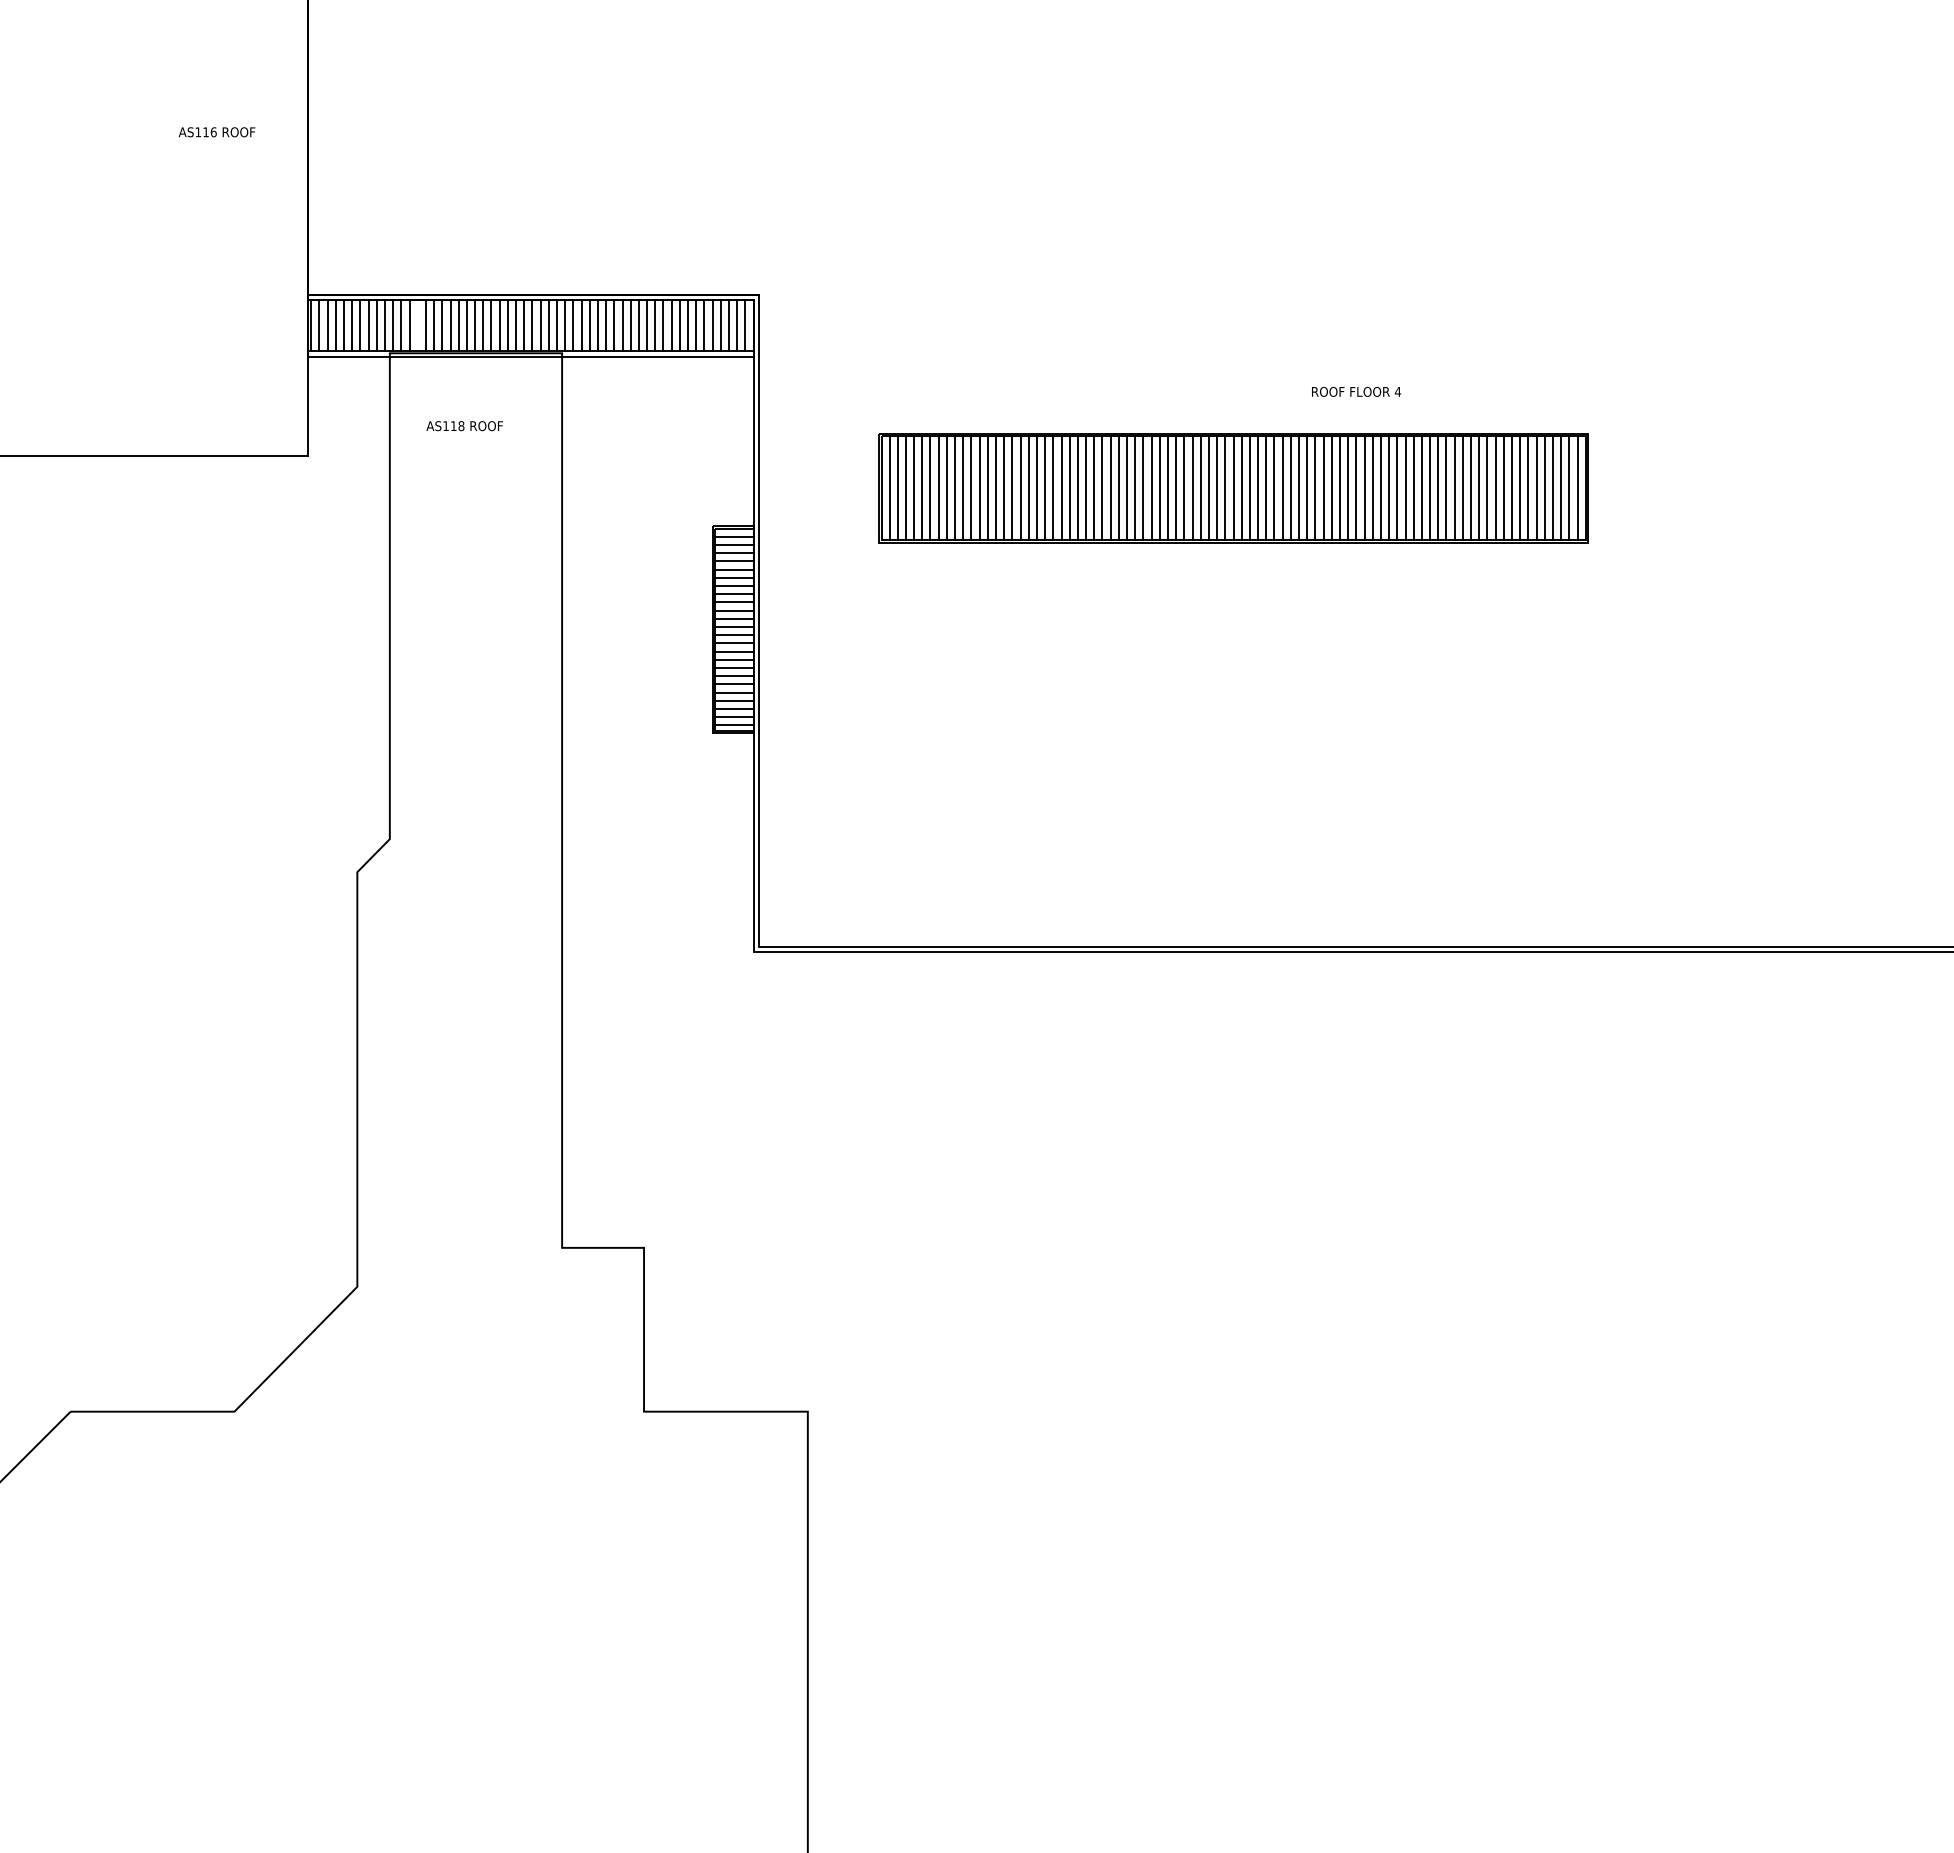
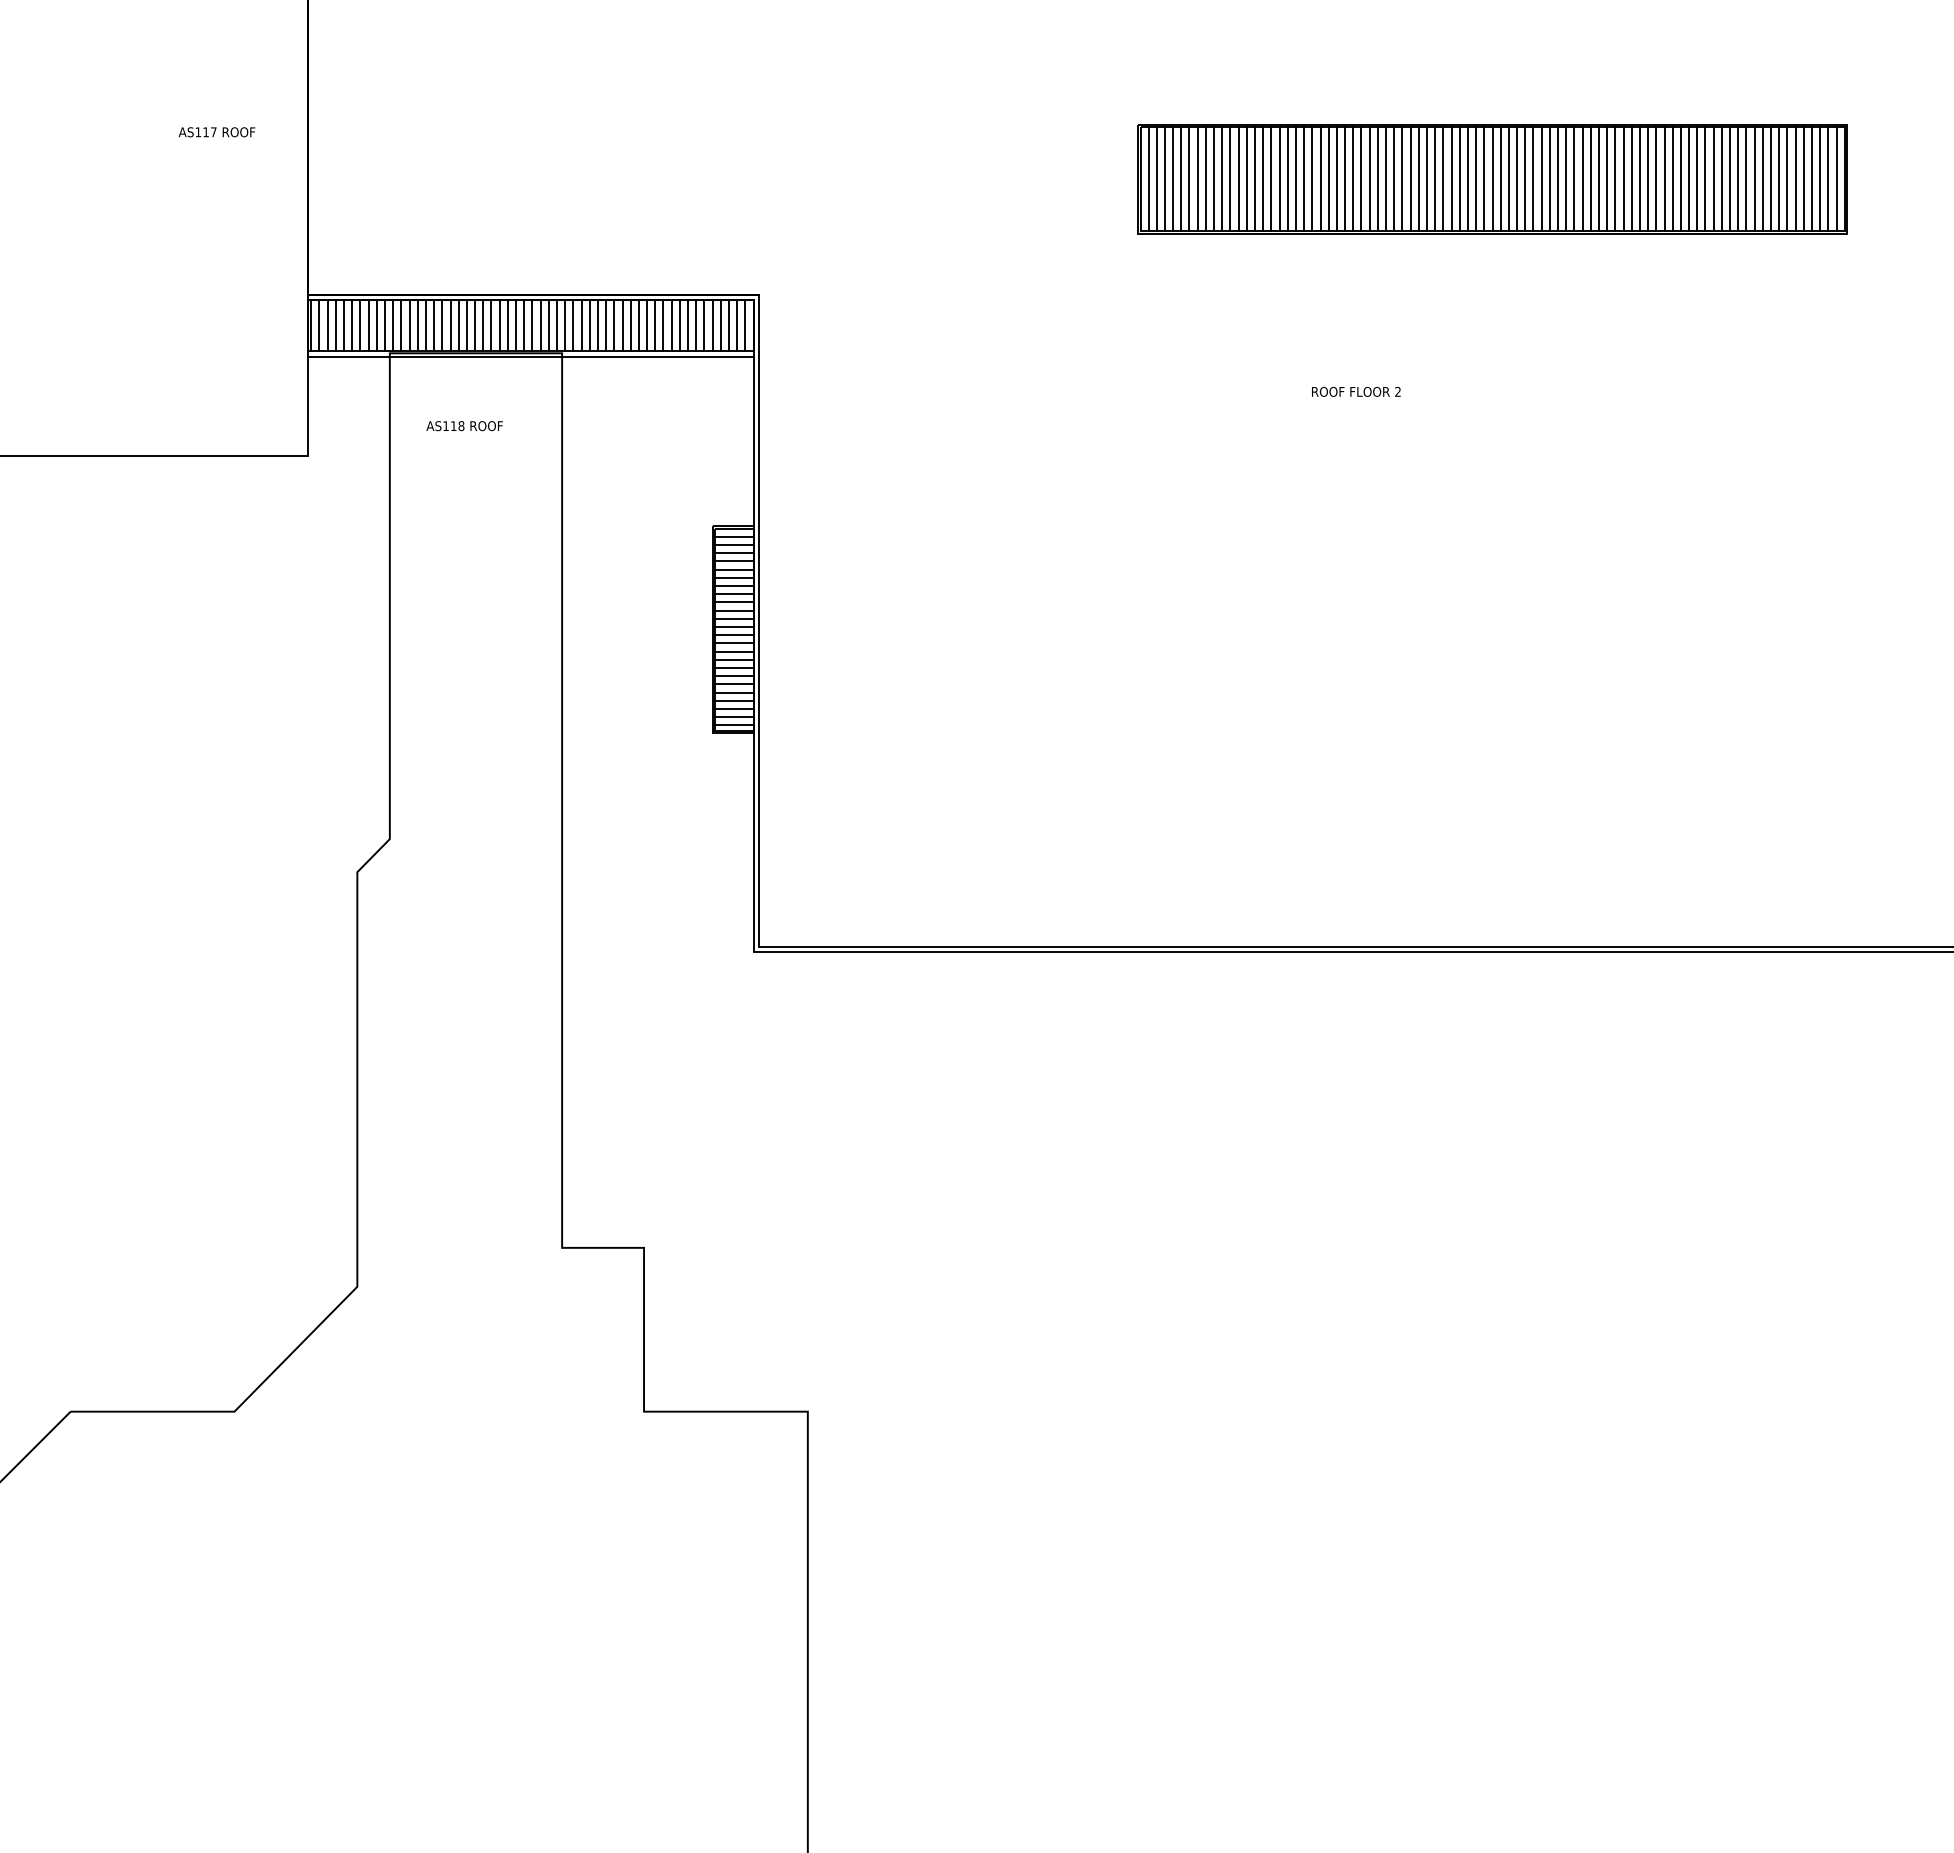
text at (213, 132): AS116 -> AS117
line at (417, 325): none -> present
text at (1397, 391): 4 -> 2
part at (1233, 488) position: (1233, 488) -> (1492, 179)
